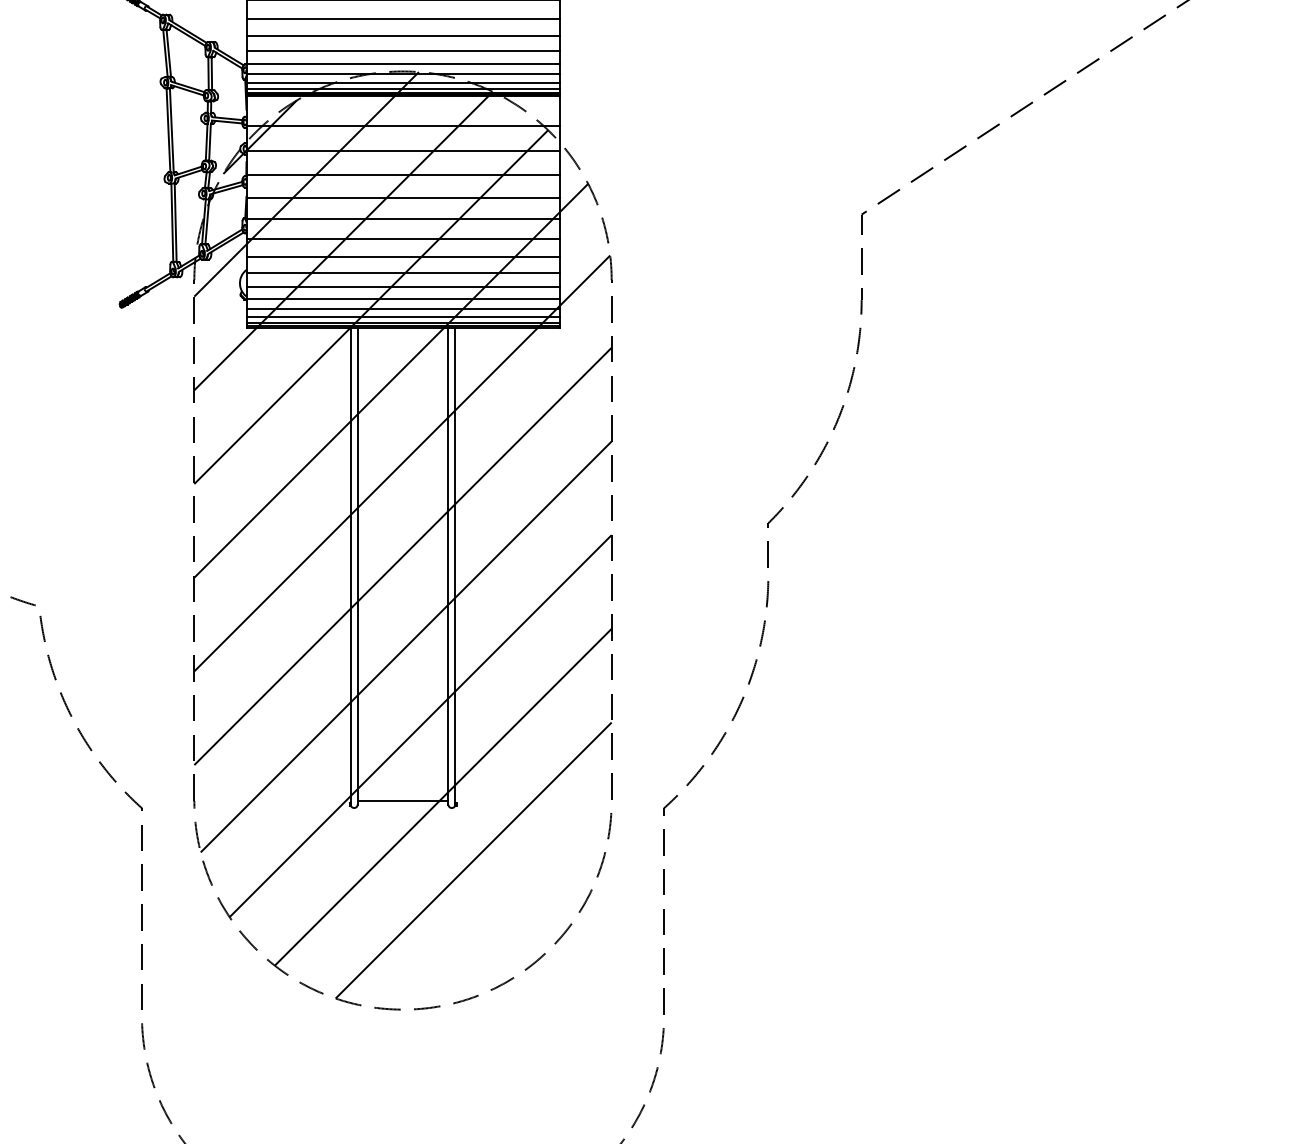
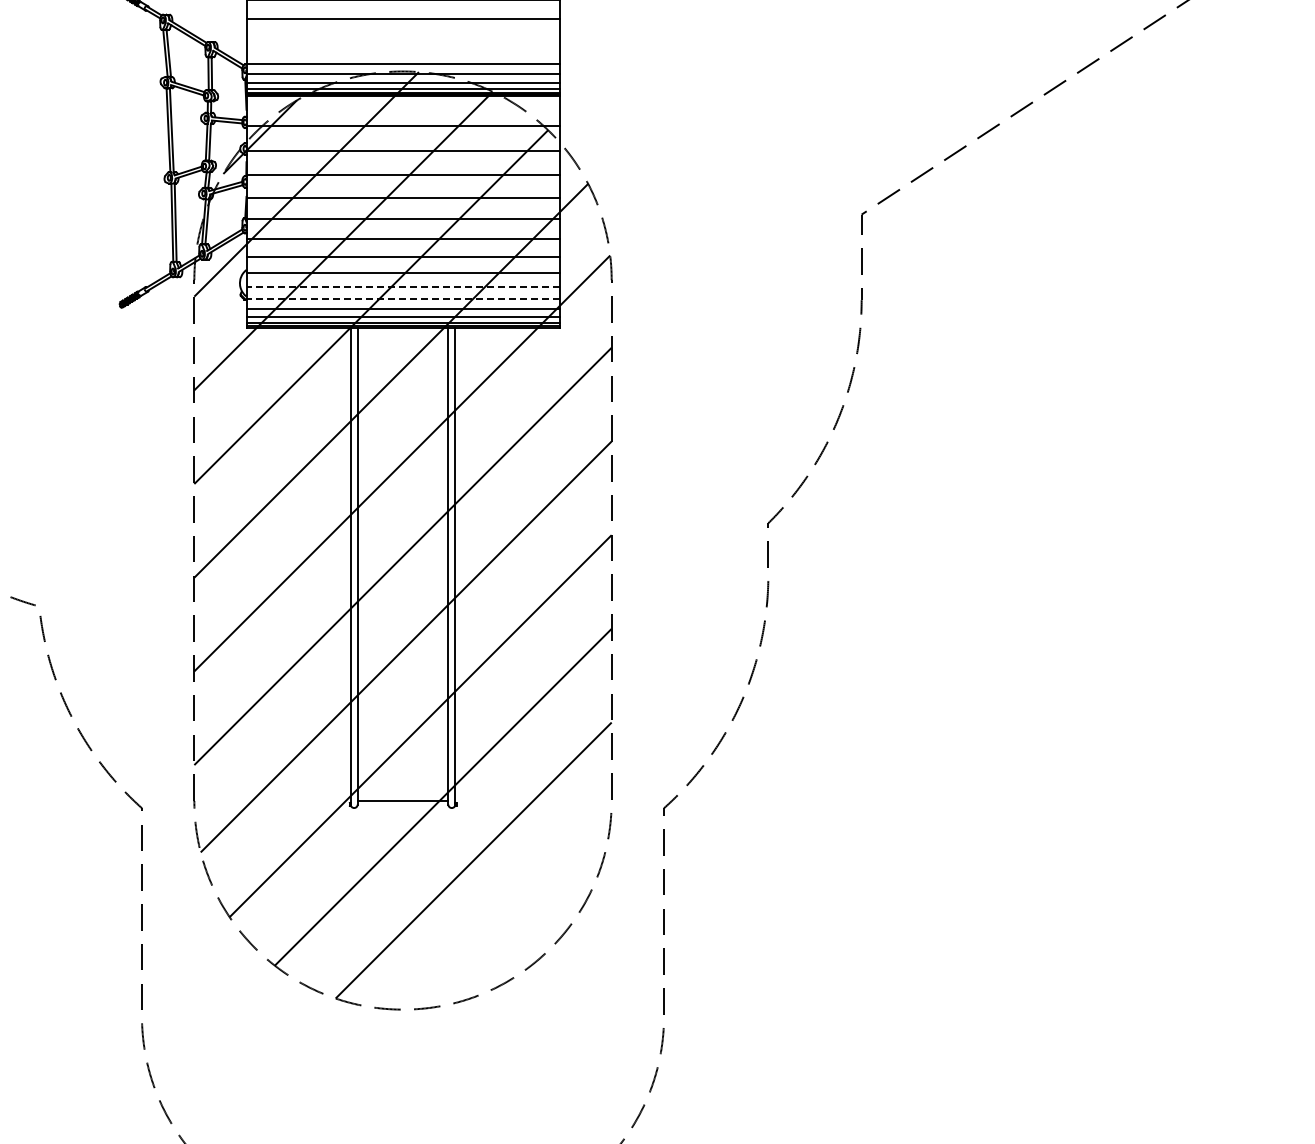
line at (402, 35): present -> none
line at (402, 50): present -> none
line at (402, 286): solid -> dashed
line at (402, 299): solid -> dashed
